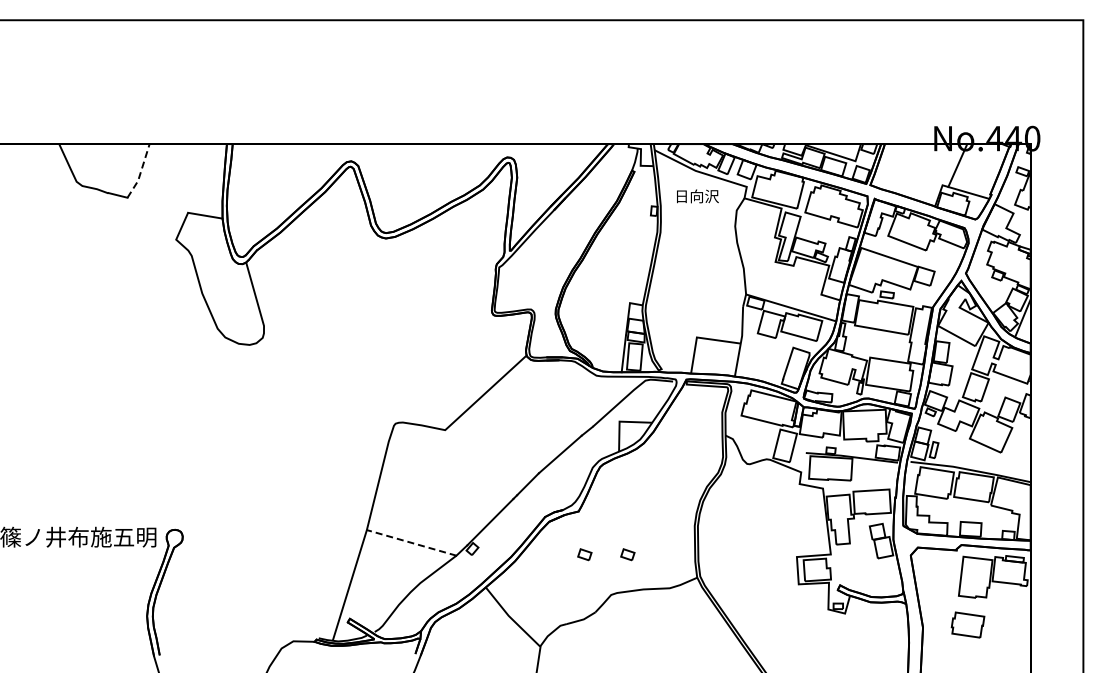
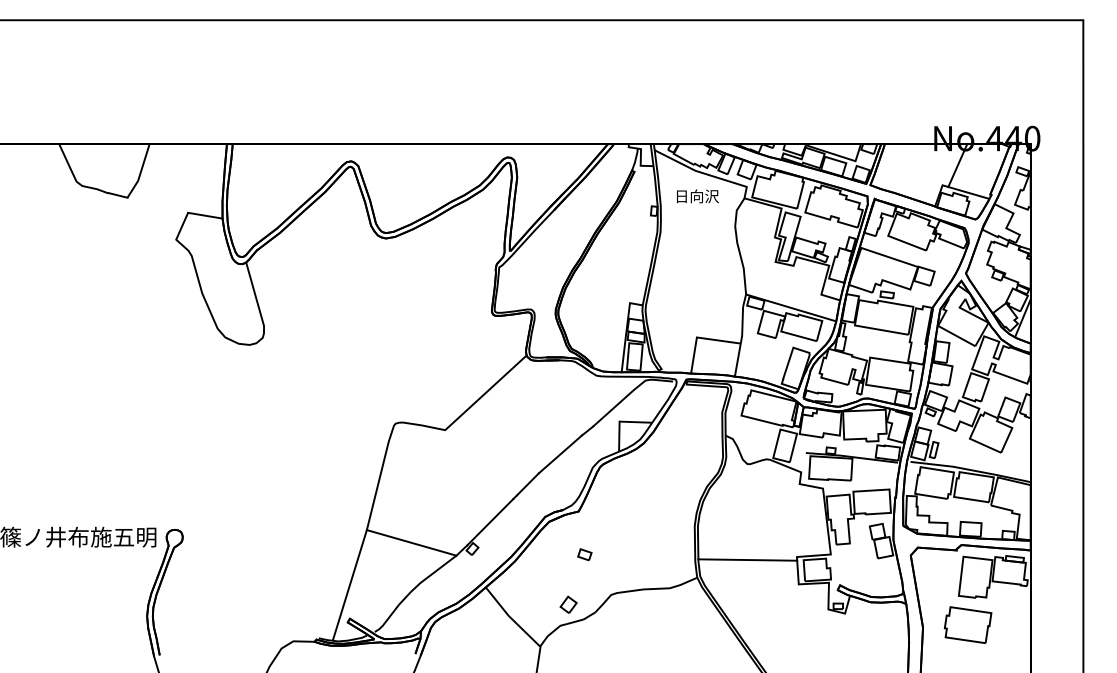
line at (140, 172): dashed -> solid
line at (411, 542): dashed -> solid
part at (627, 554): present -> none
line at (747, 559): none -> present
part at (568, 604): none -> present
part at (967, 624) size: 36x28 px -> 50x38 px
